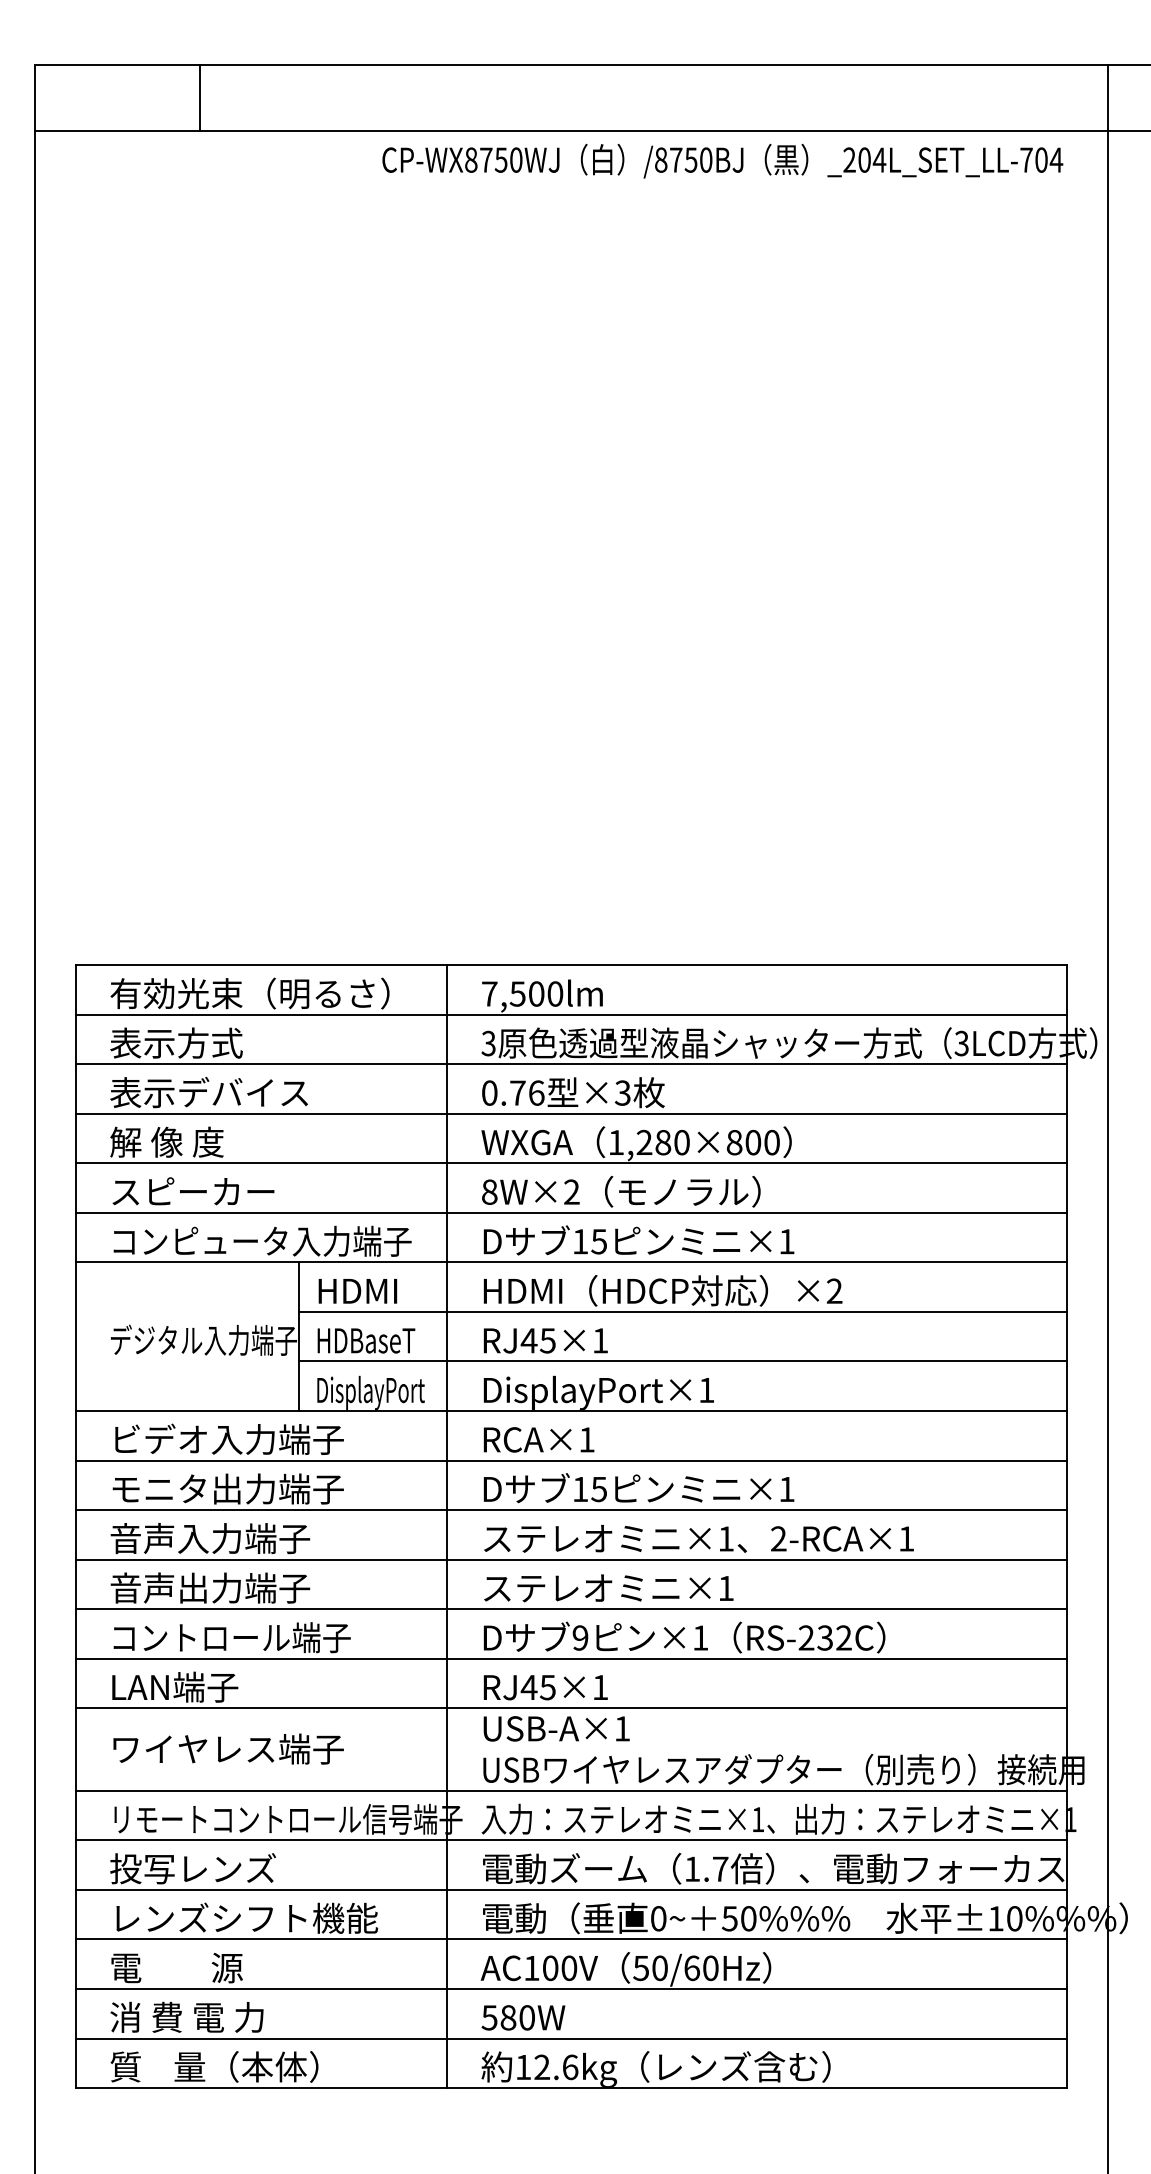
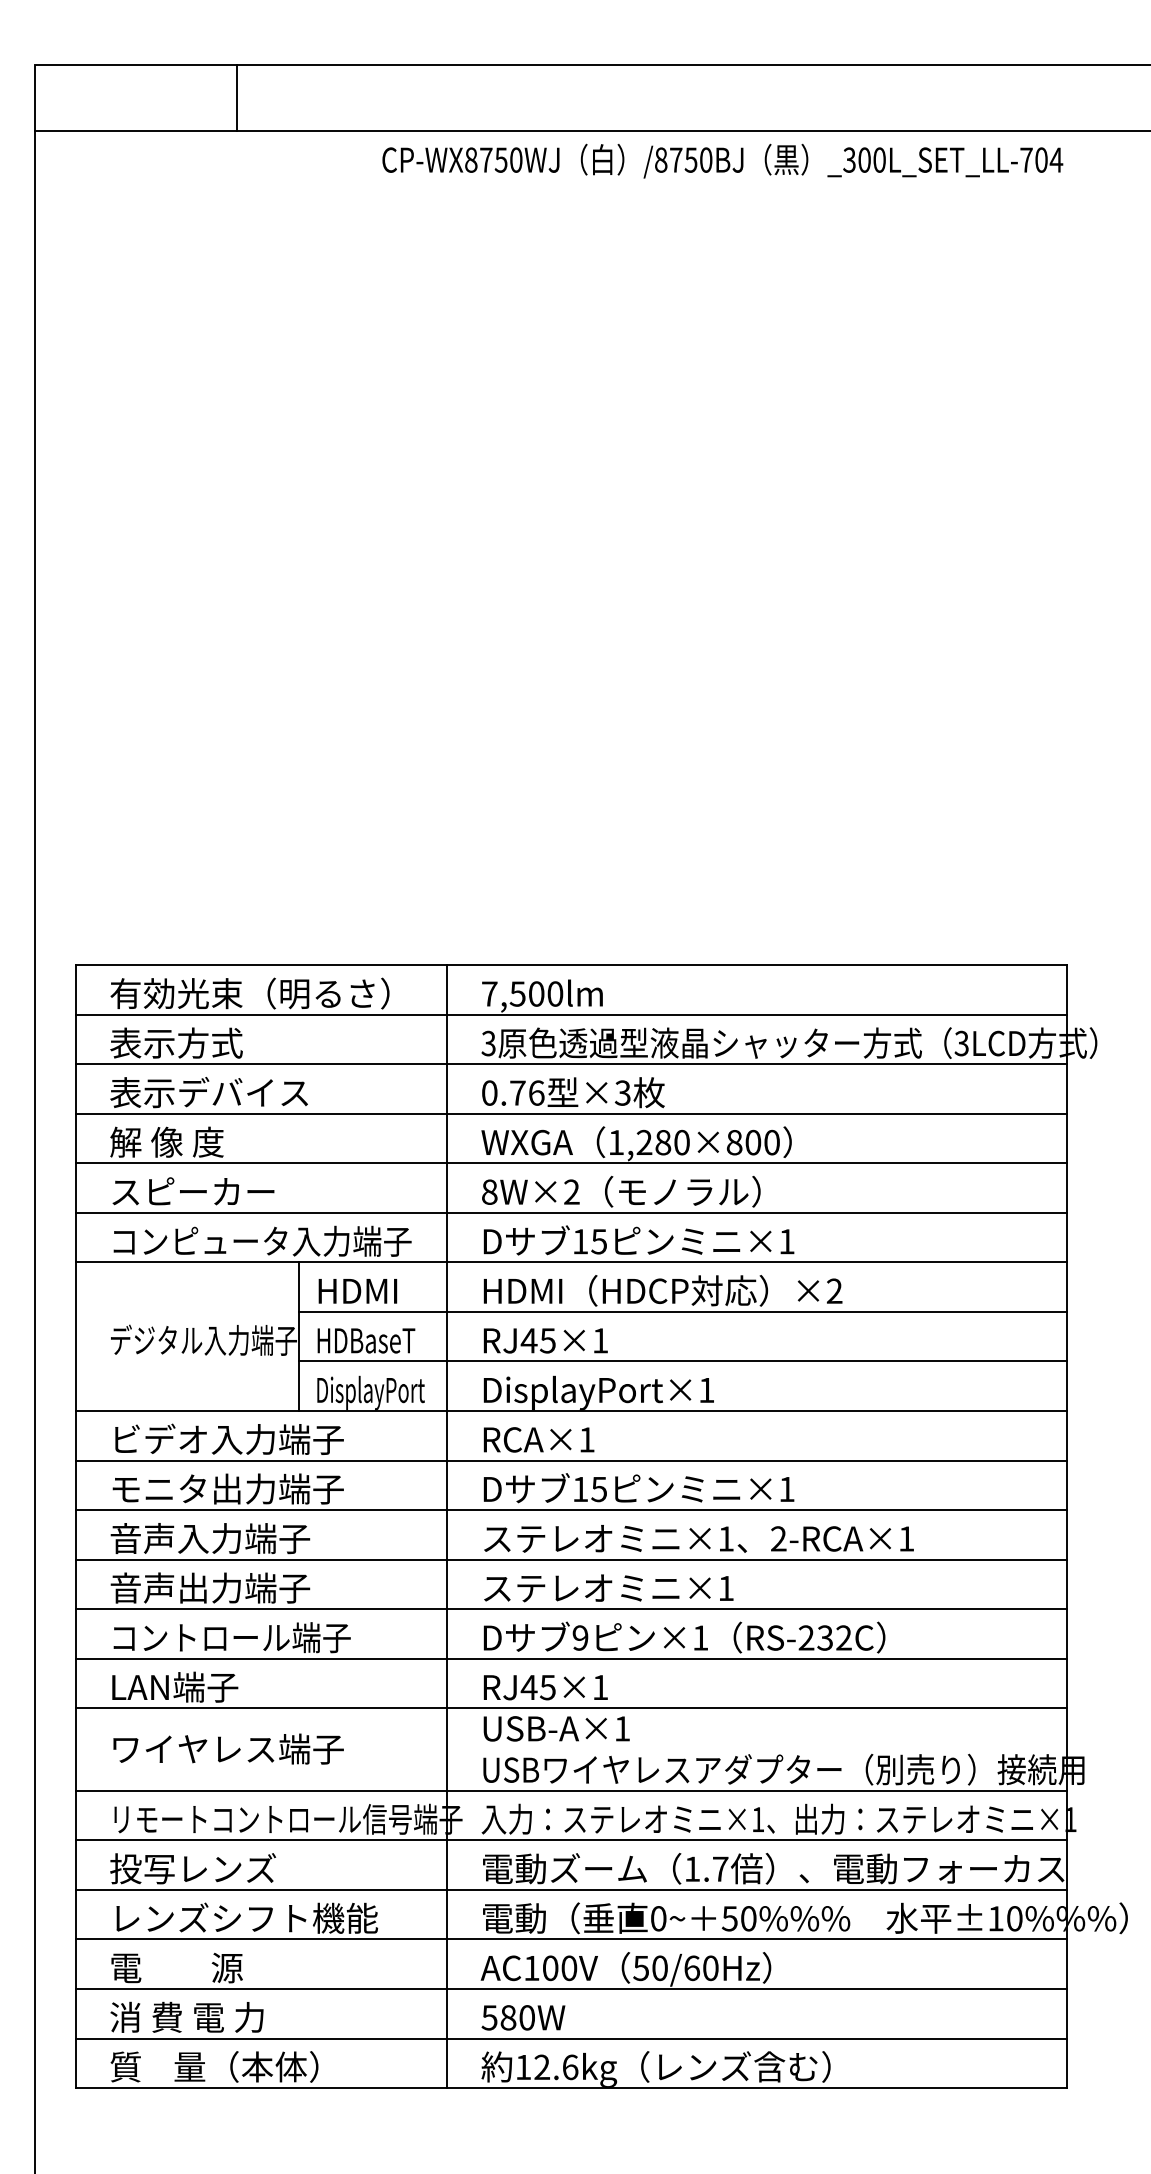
line at (199, 98) position: (199, 98) -> (236, 98)
text at (864, 159): _204L_SET_LL-704 -> _300L_SET_LL-704
line at (1107, 1117): present -> none
